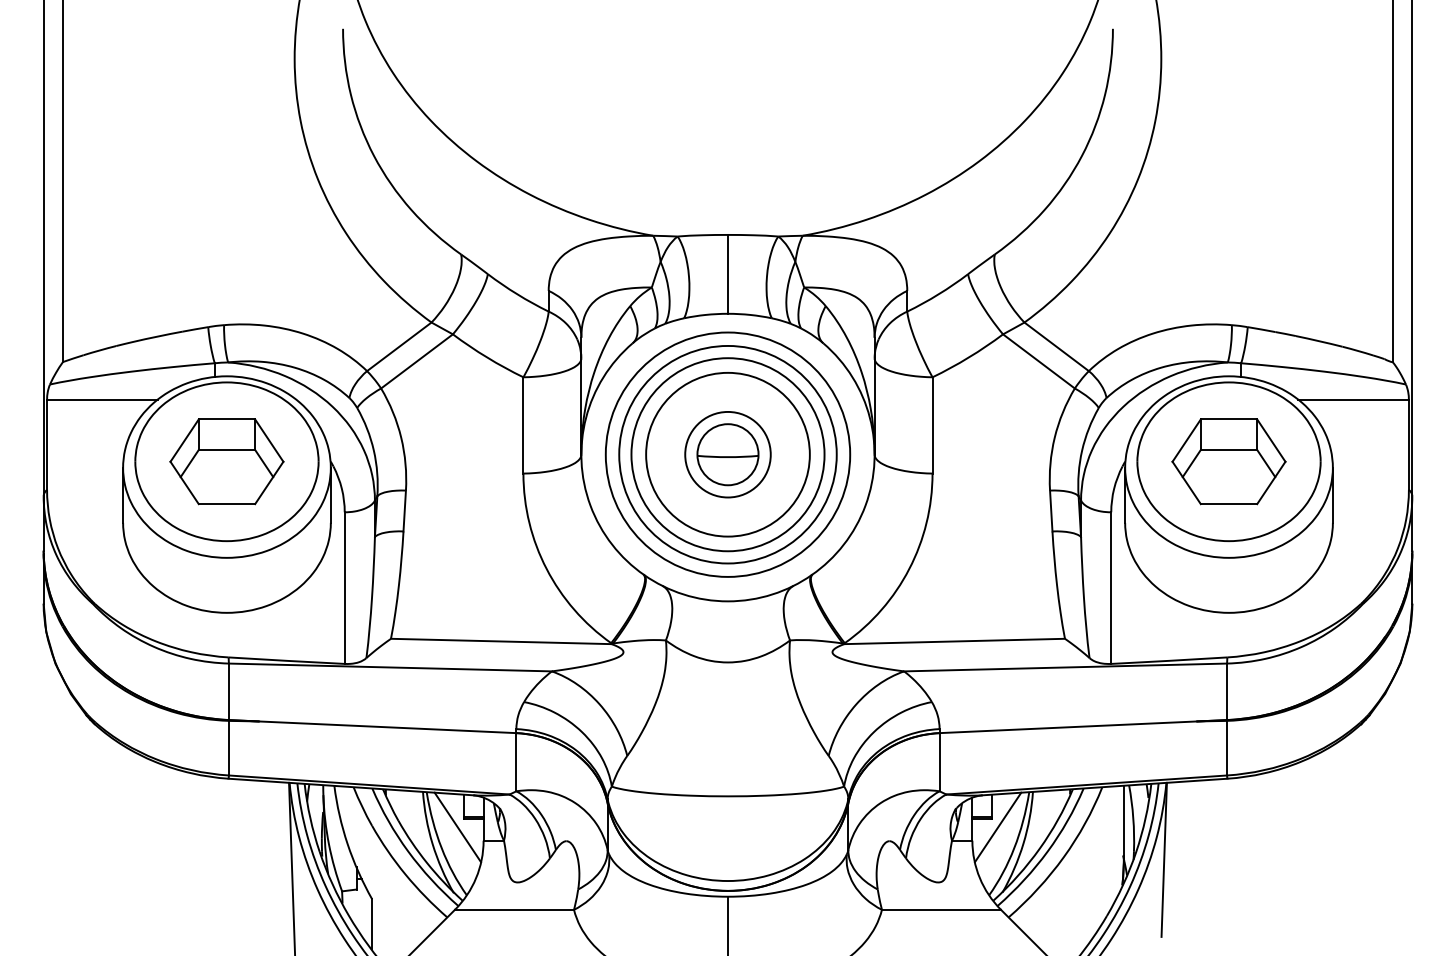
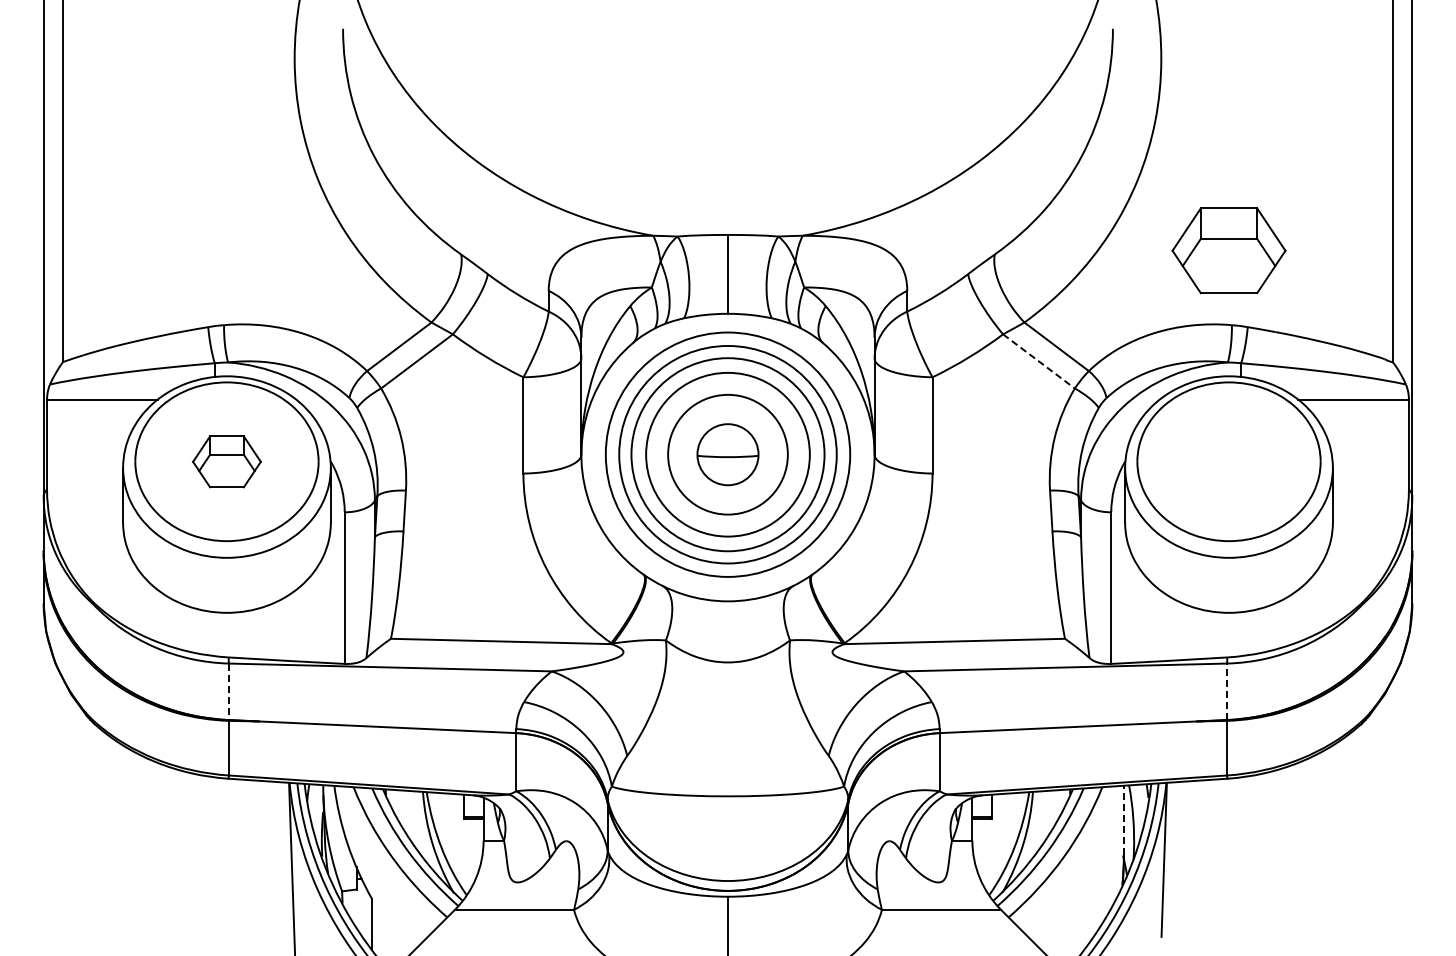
line at (1038, 361): solid -> dashed
circle at (727, 454) diameter: 86 px -> 120 px
part at (226, 461) size: 116x88 px -> 70x54 px
part at (1228, 461) position: (1228, 461) -> (1228, 250)
line at (1227, 691): solid -> dashed
line at (228, 692): solid -> dashed
line at (1123, 820): solid -> dashed
line at (457, 827): present -> none
line at (997, 827): present -> none
